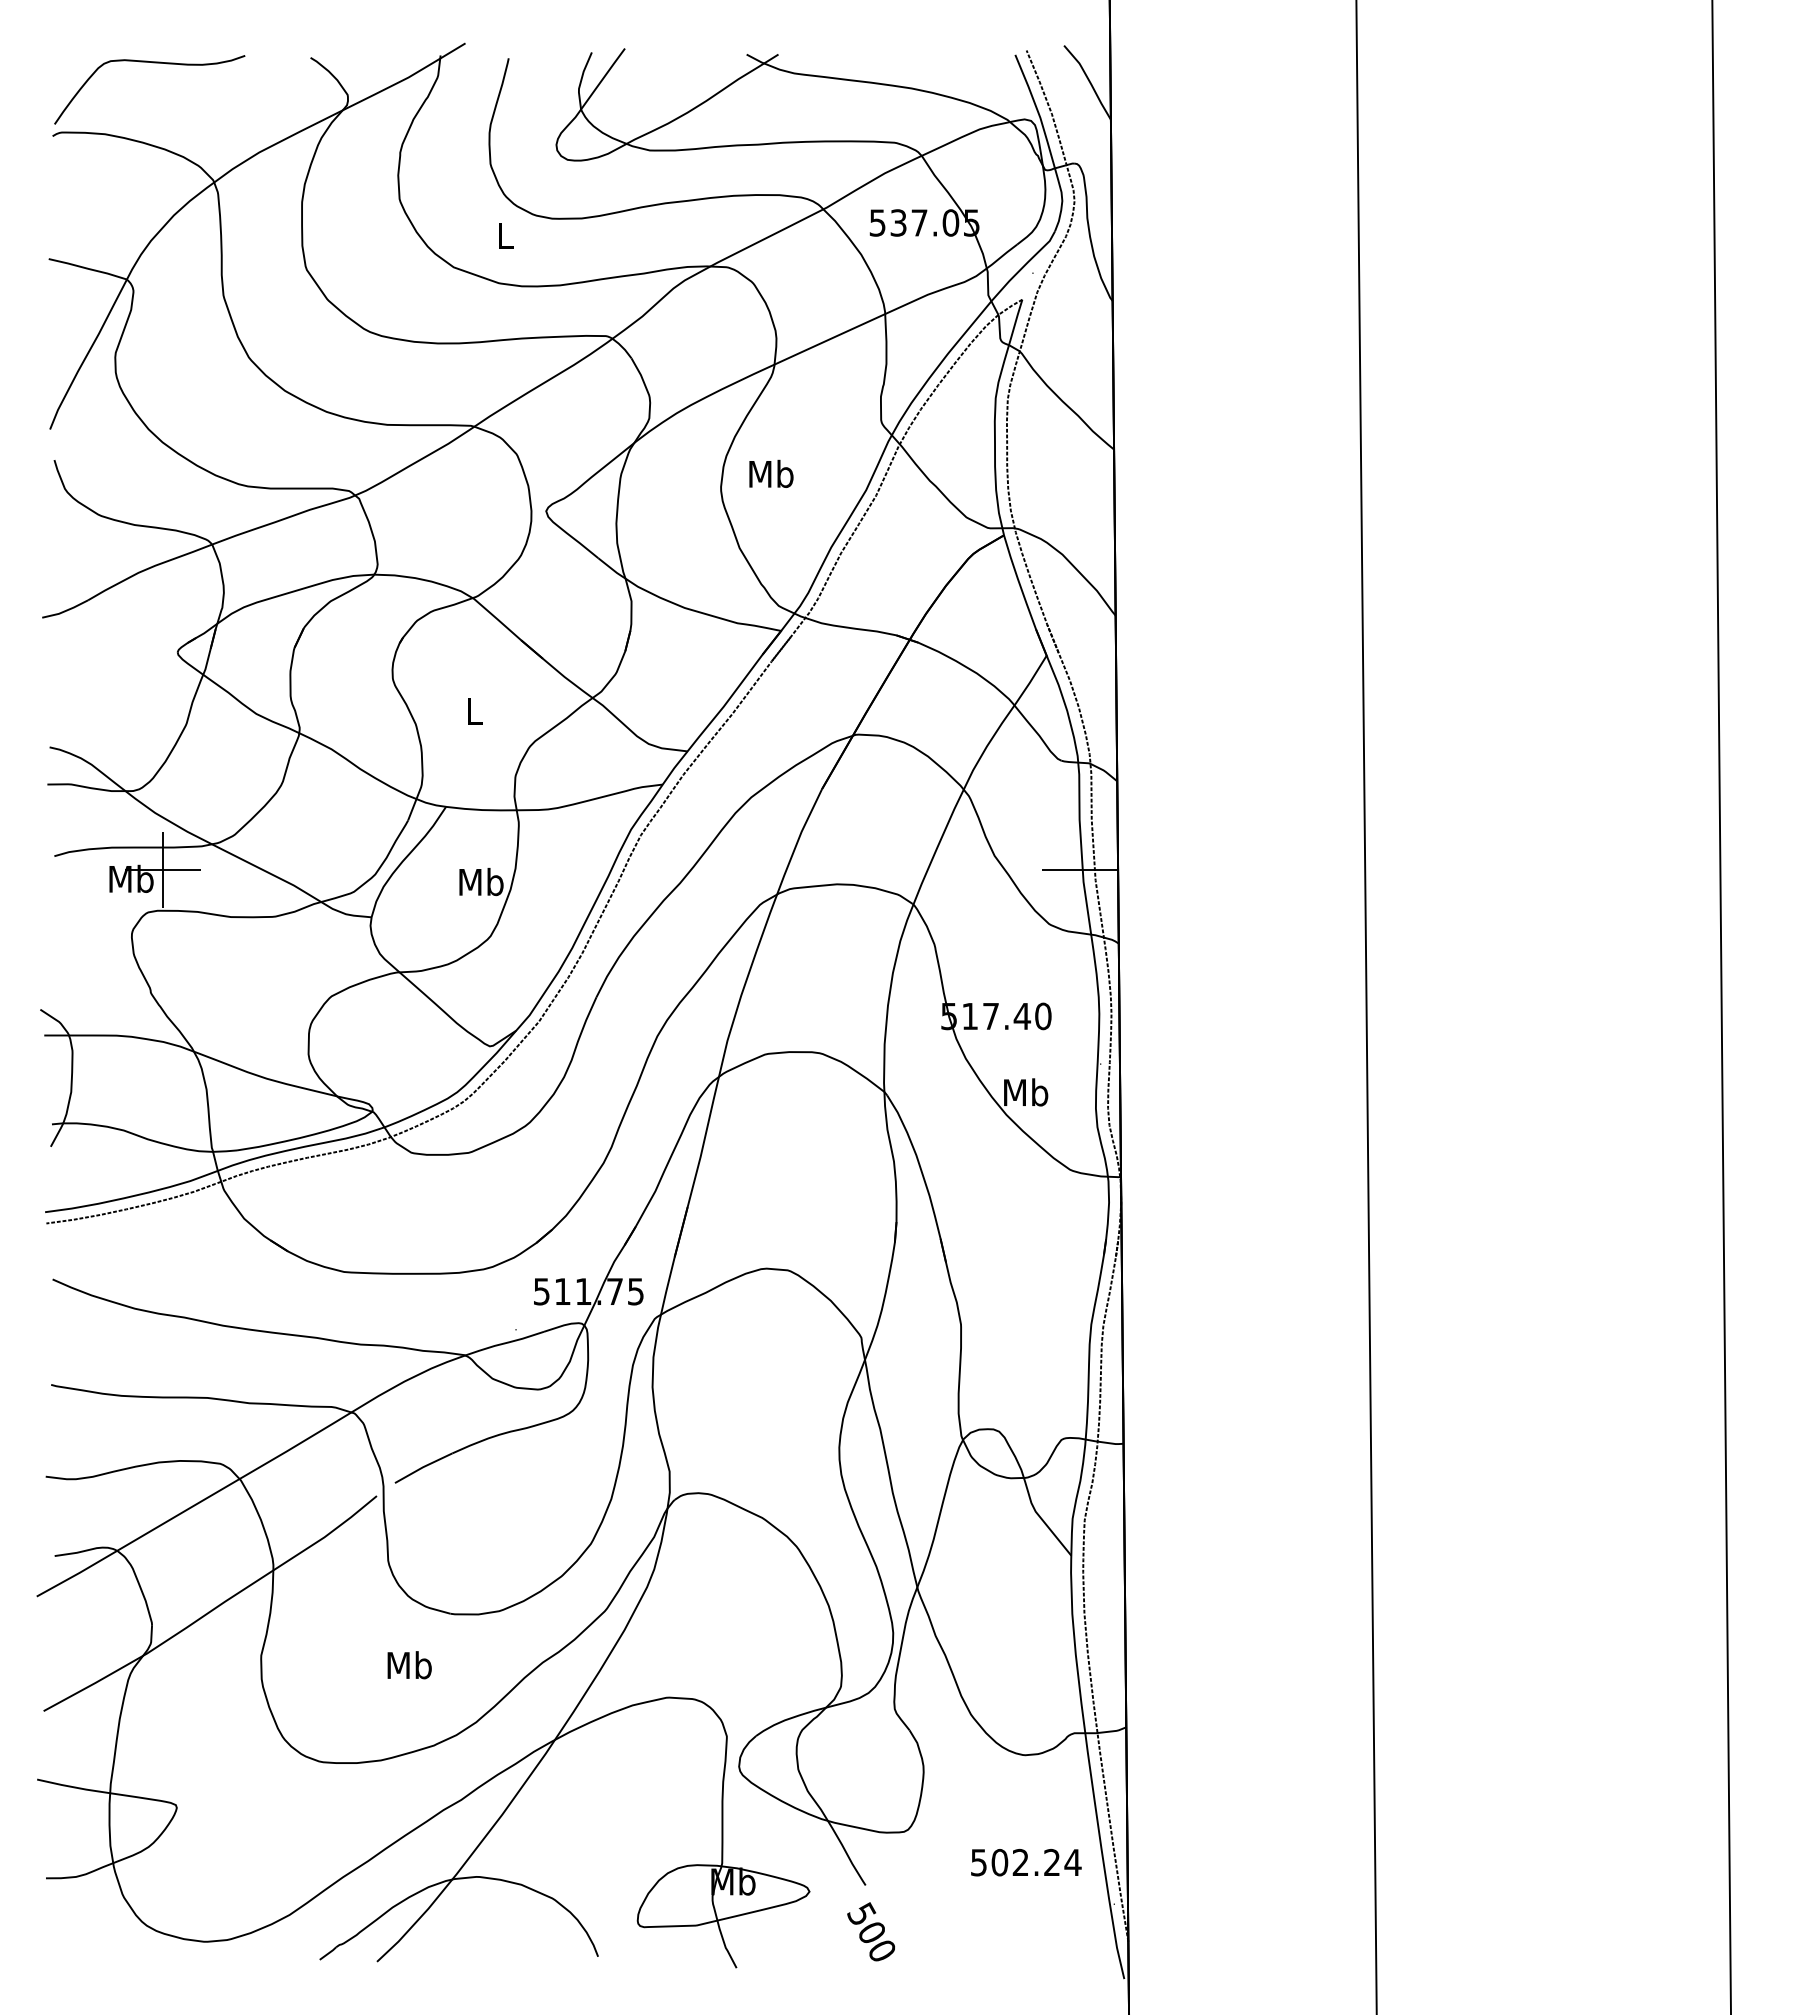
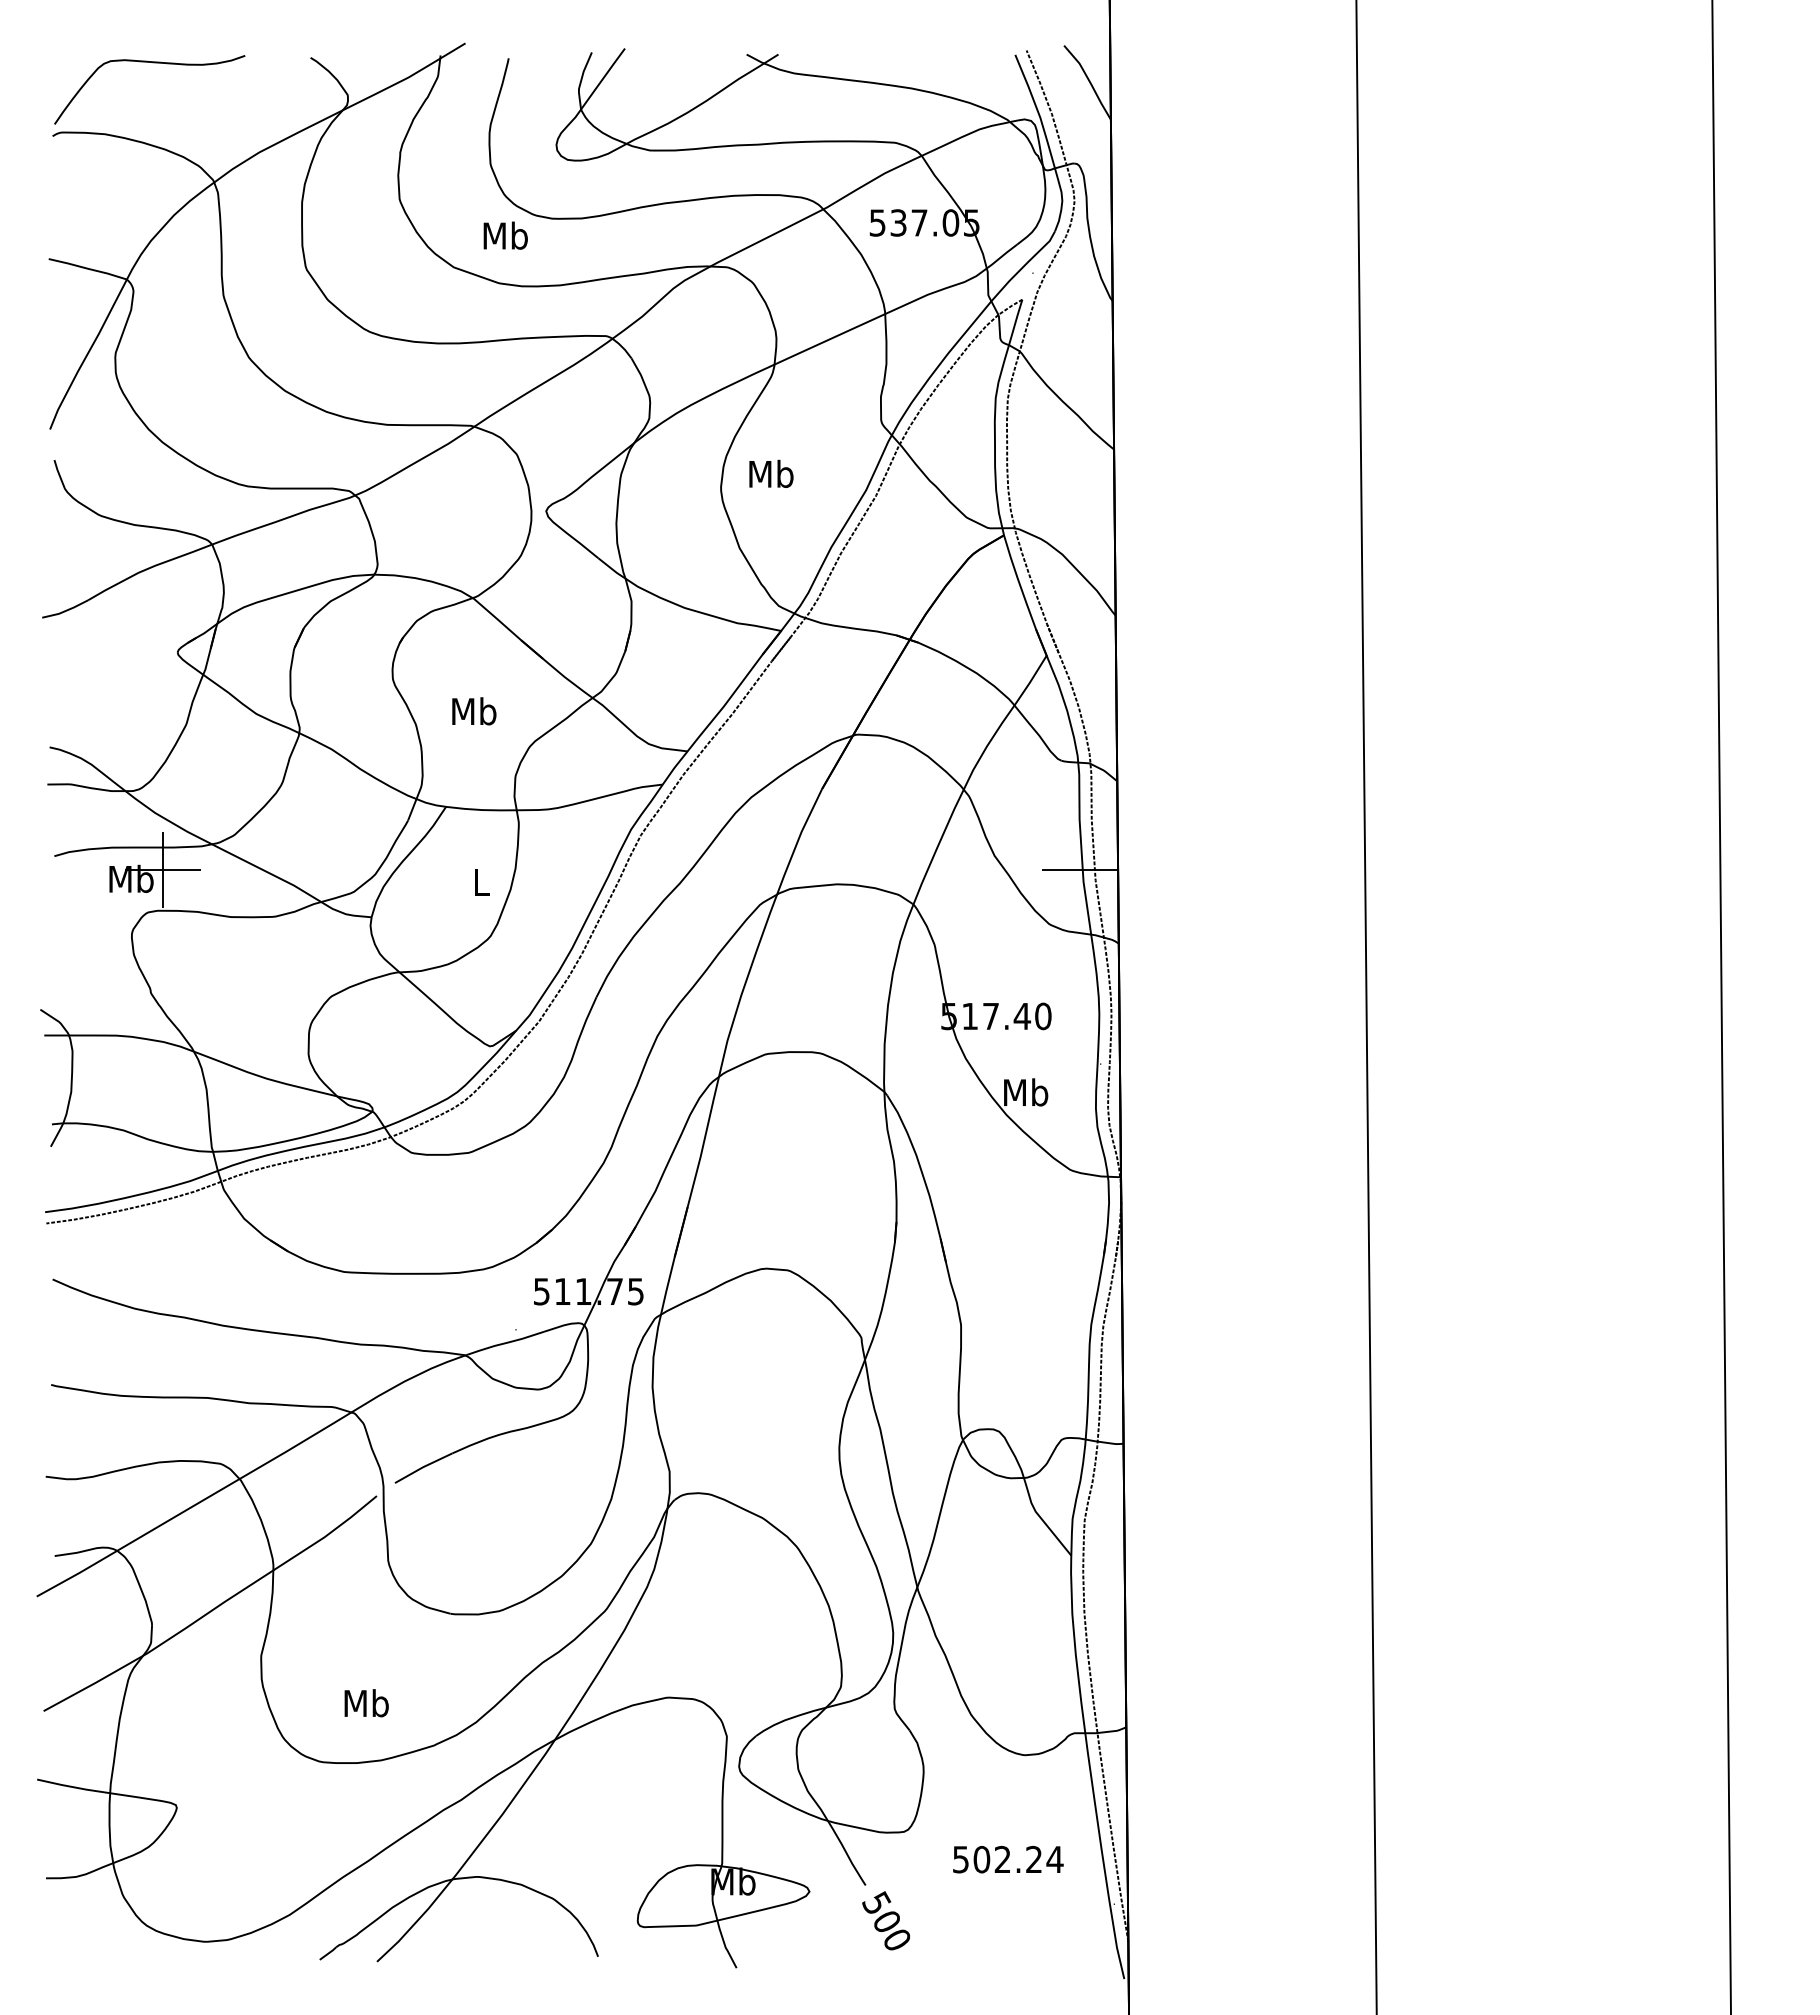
text at (505, 235): L -> Mb
text at (474, 711): L -> Mb
text at (481, 881): Mb -> L
text at (409, 1665) position: (409, 1665) -> (366, 1703)
text at (1026, 1862) position: (1026, 1862) -> (1008, 1859)
text at (870, 1931) position: (870, 1931) -> (885, 1920)
